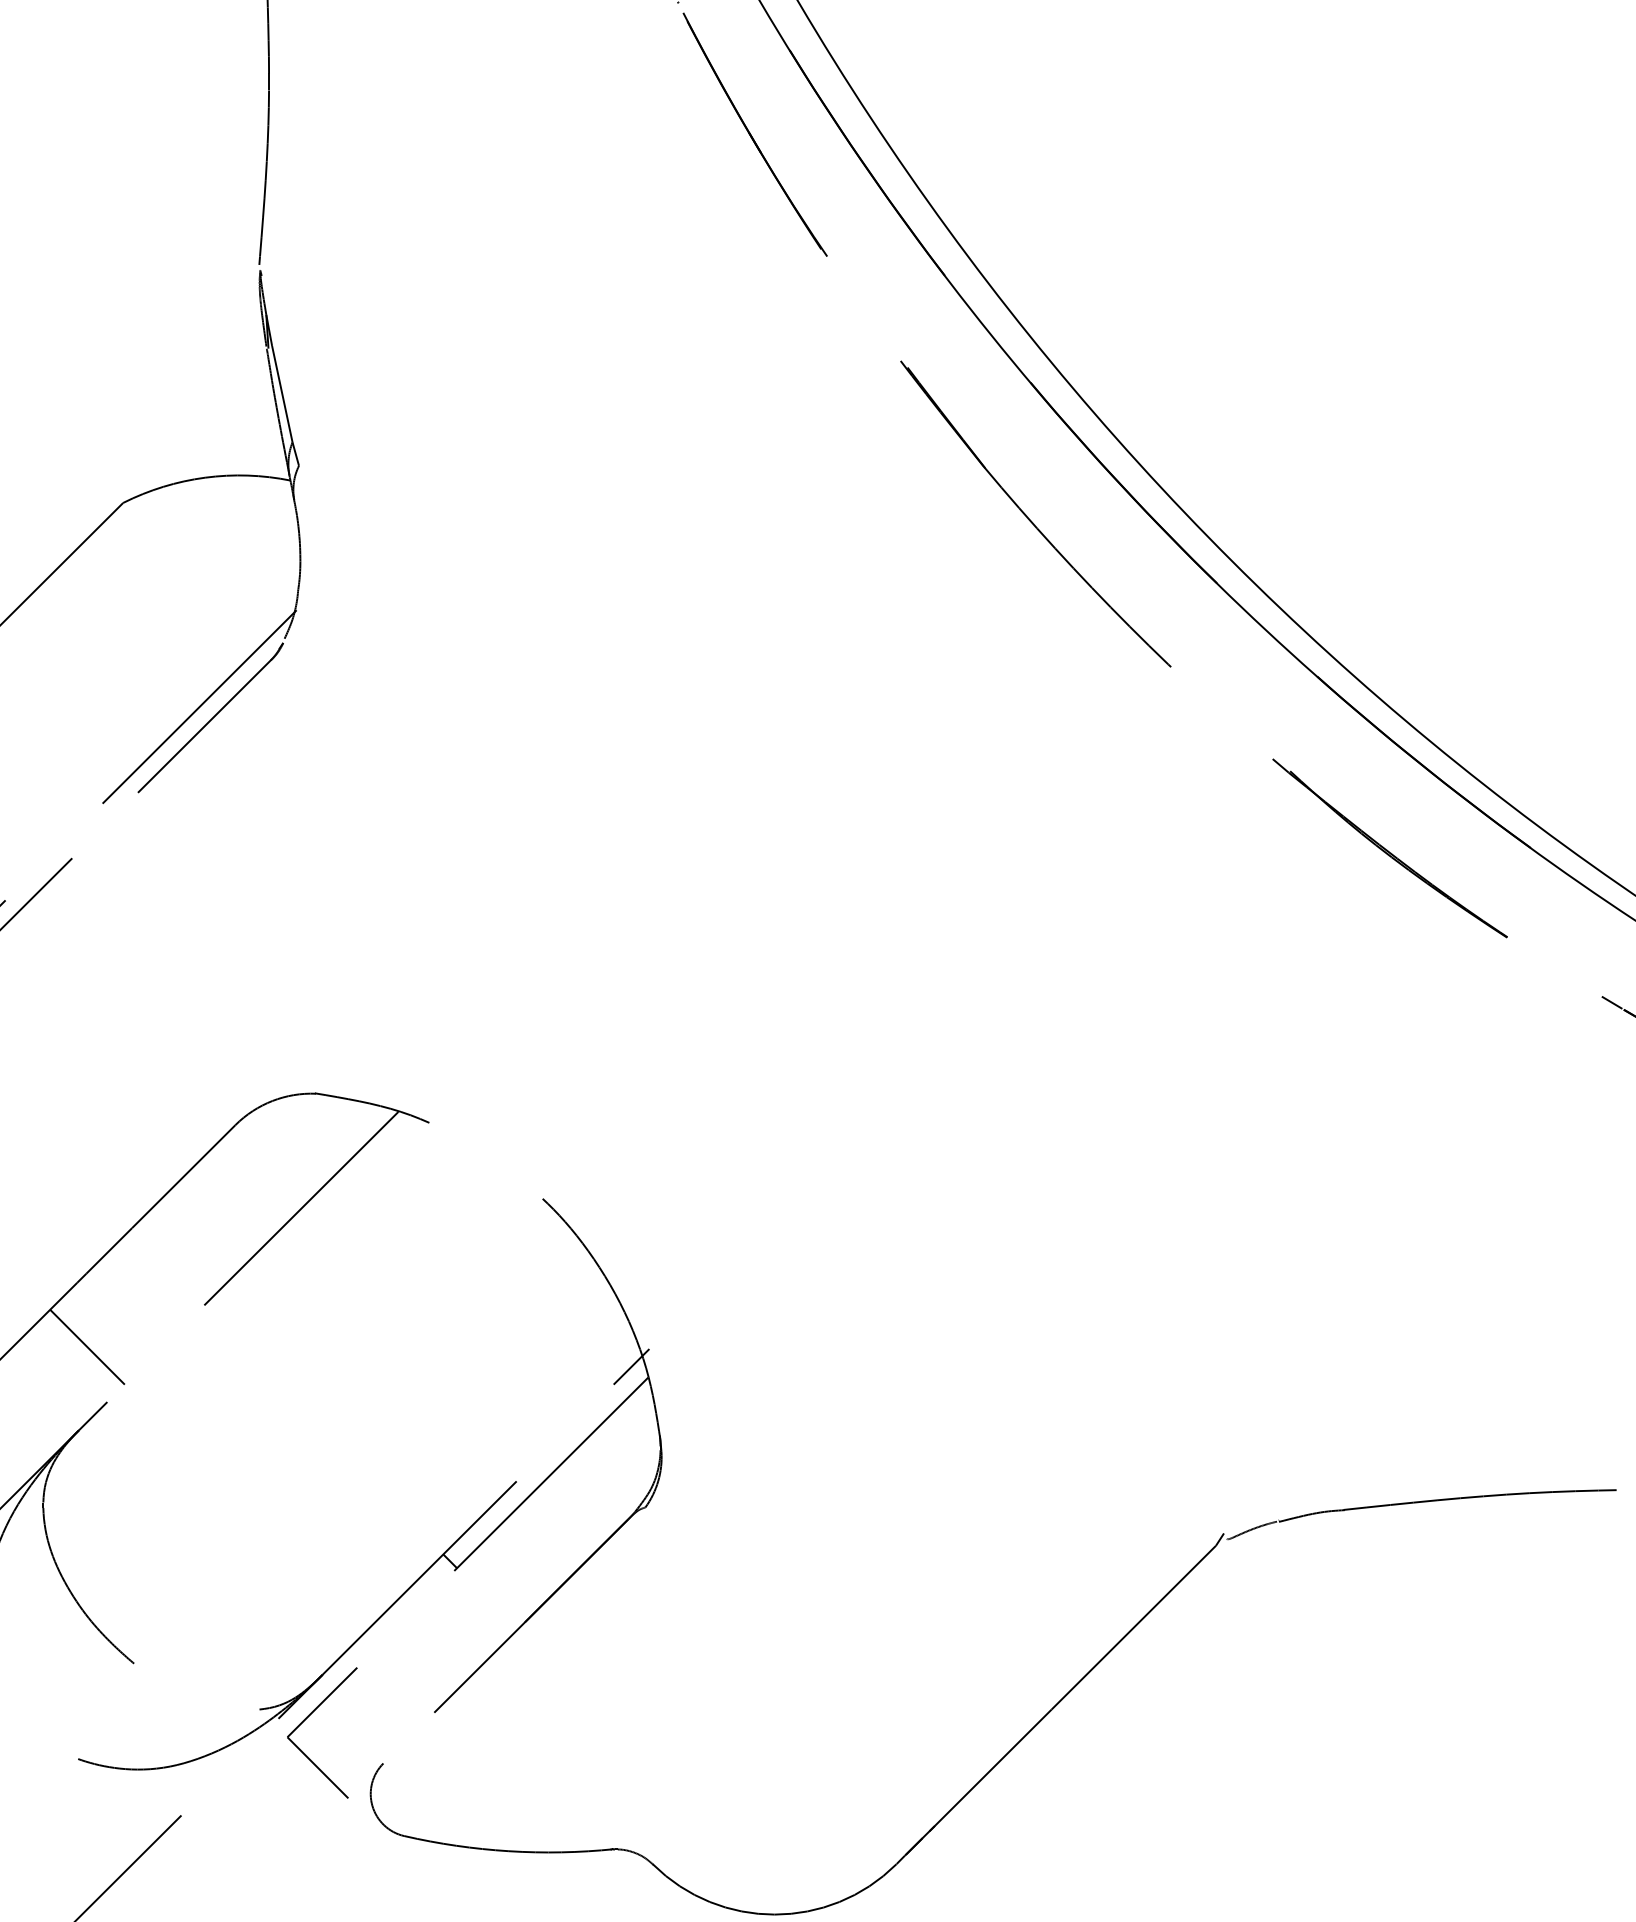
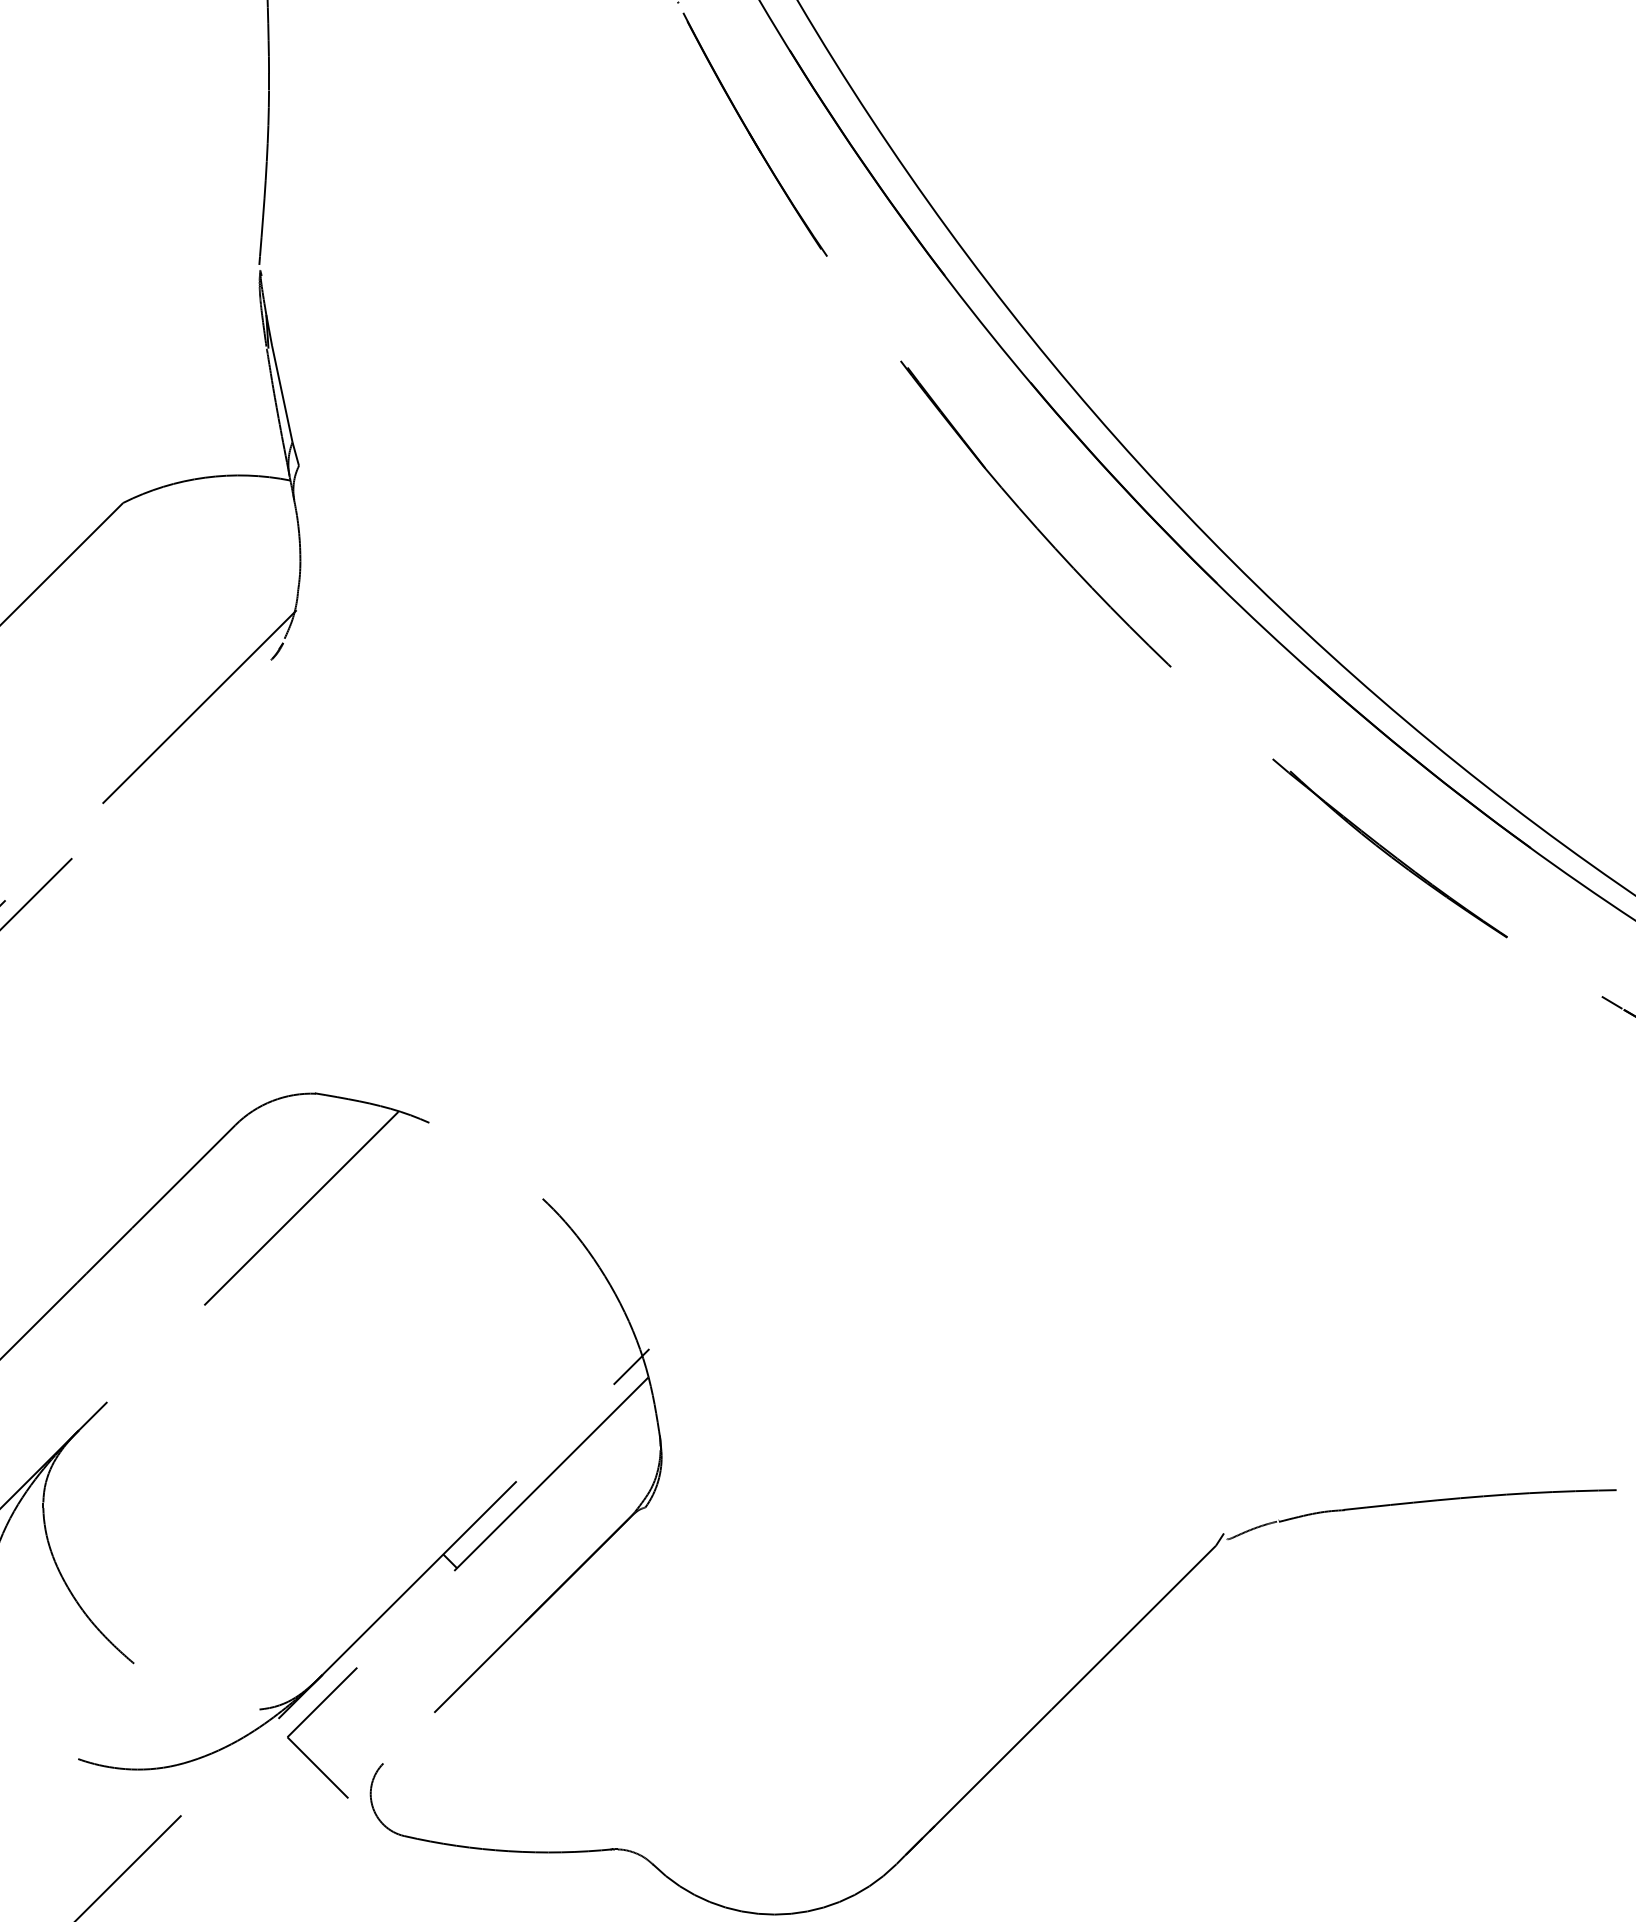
line at (204, 725): present -> none
line at (87, 1346): present -> none
